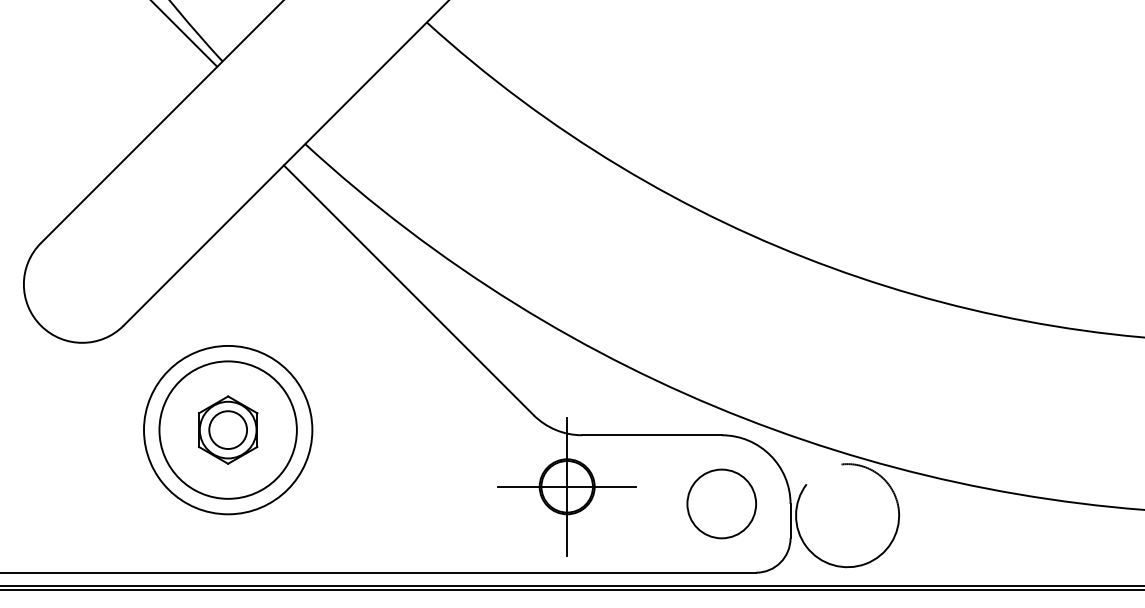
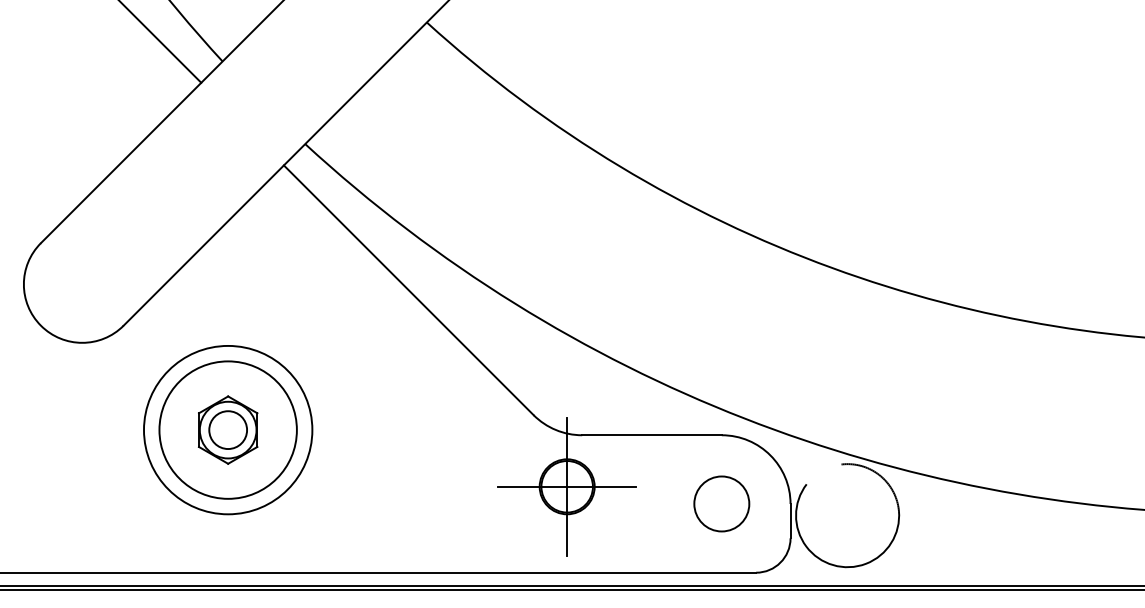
line at (184, 34) position: (184, 34) -> (160, 42)
circle at (721, 503) size: 71x72 px -> 58x58 px
